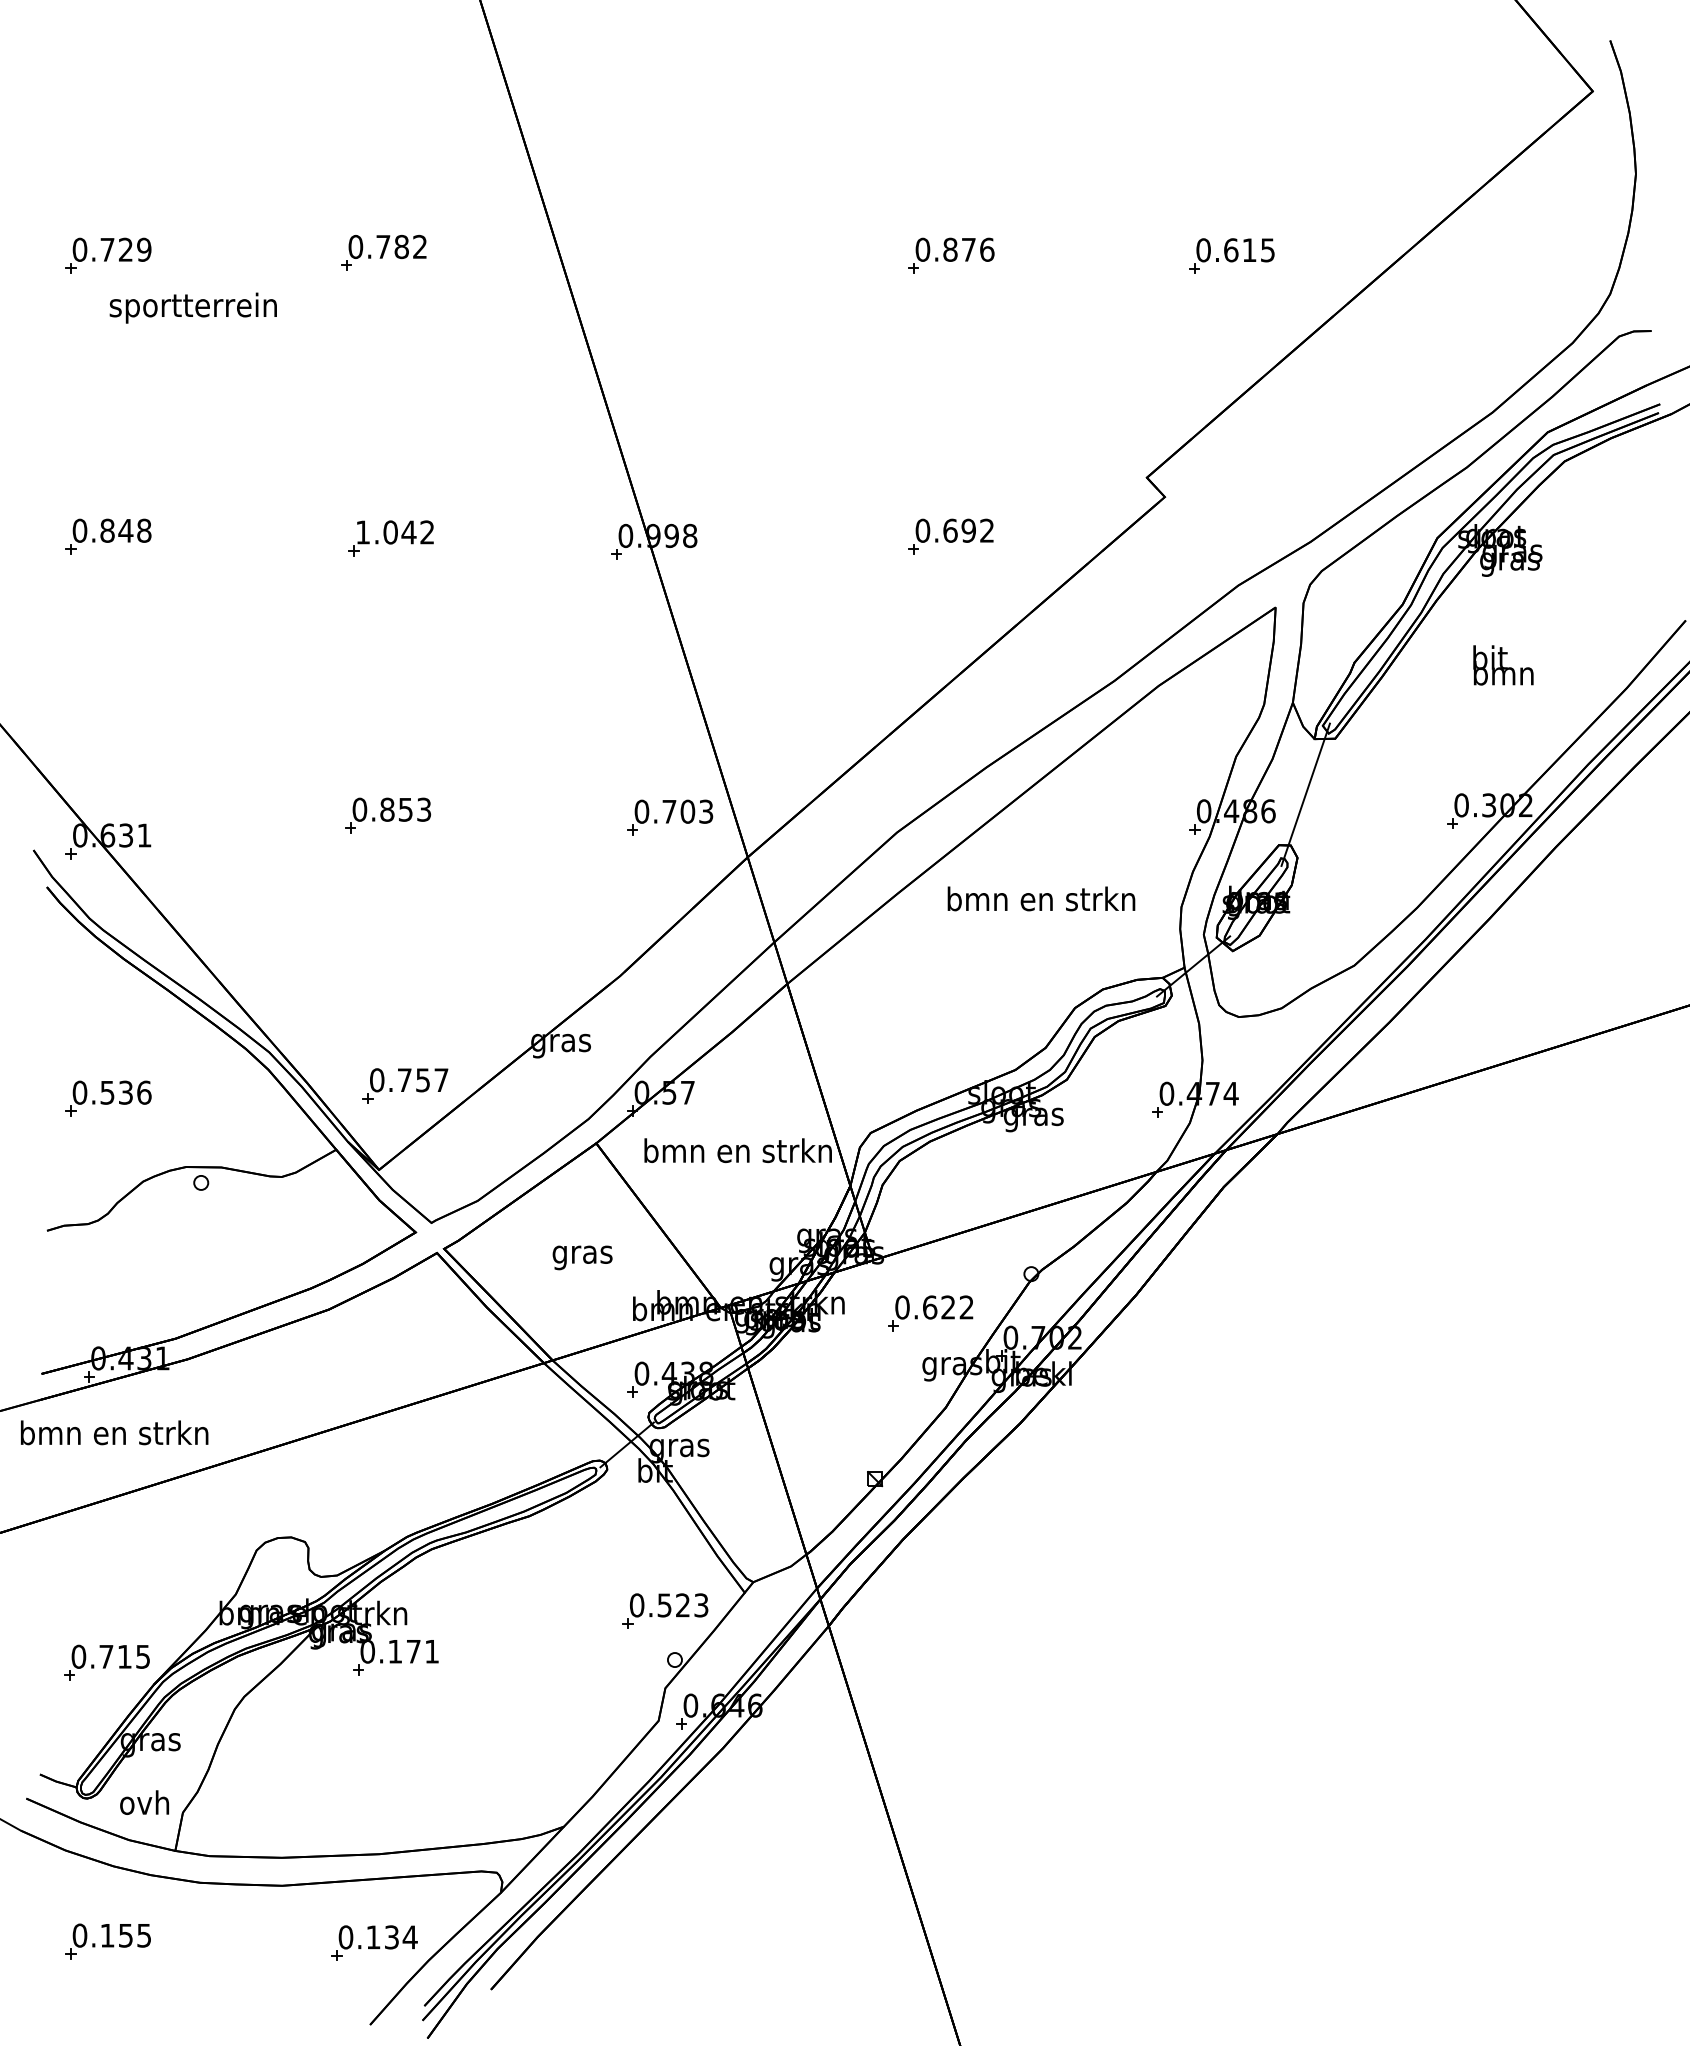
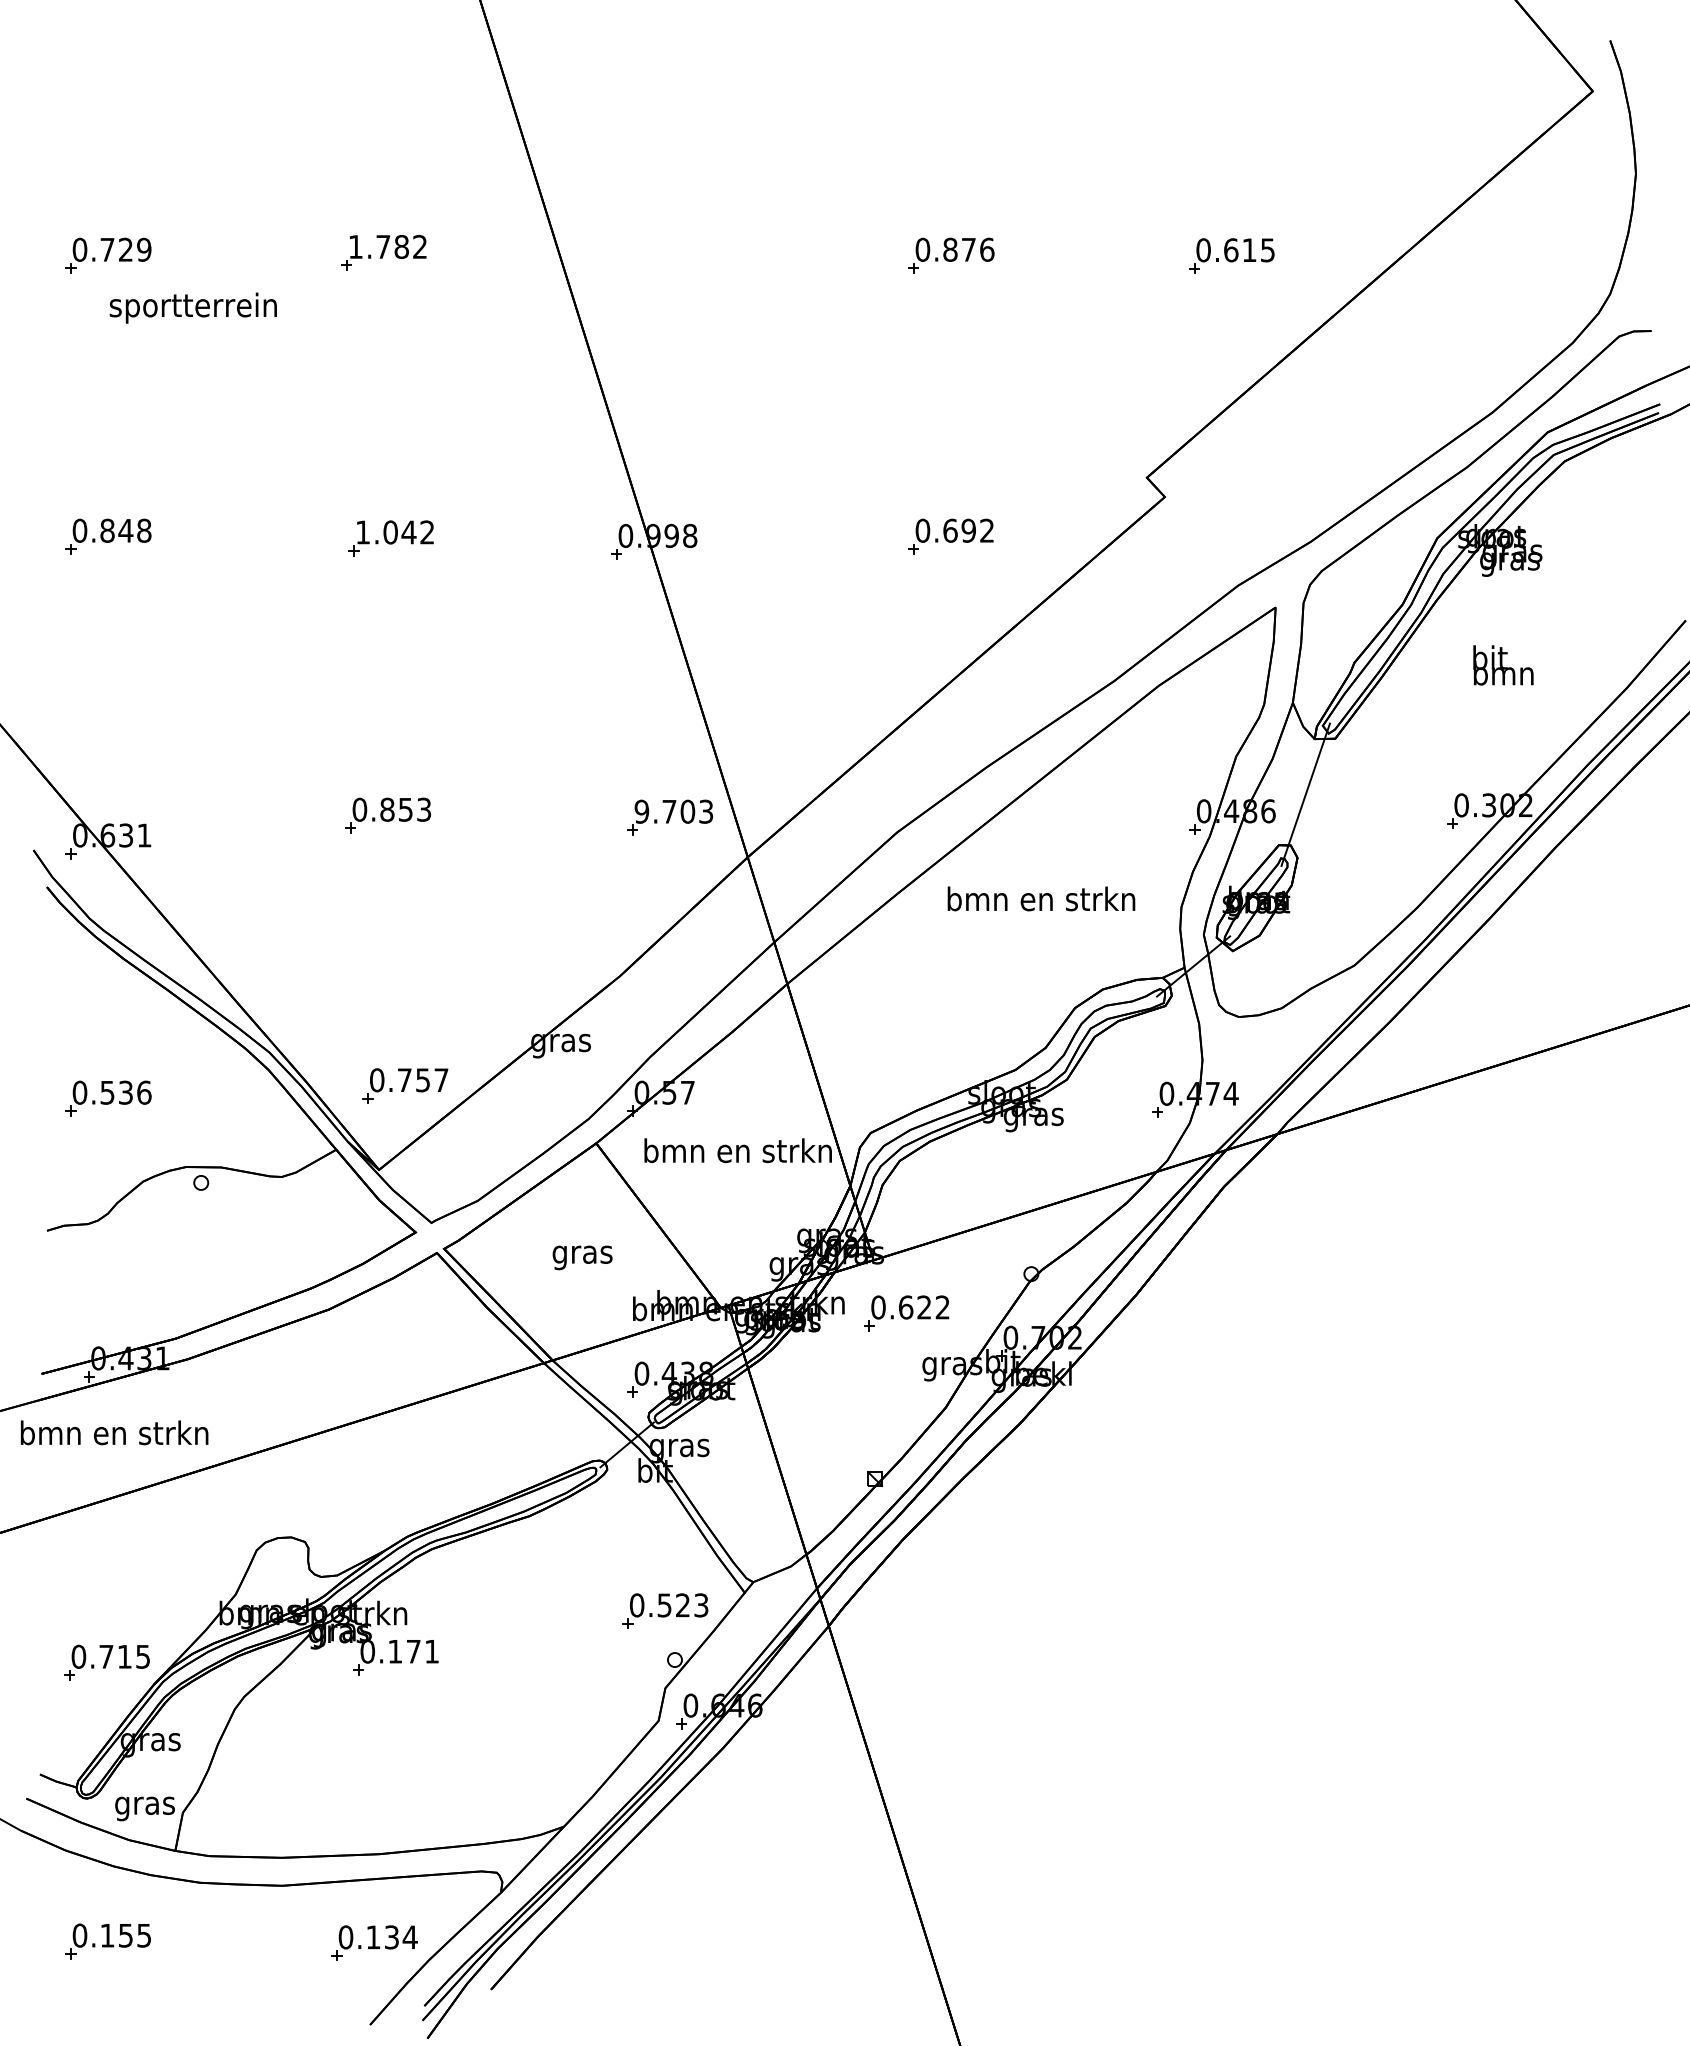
text at (355, 246): 0.782 -> 1.782
text at (641, 811): 0.703 -> 9.703
part at (930, 1313) position: (930, 1313) -> (906, 1313)
text at (144, 1805): ovh -> gras
